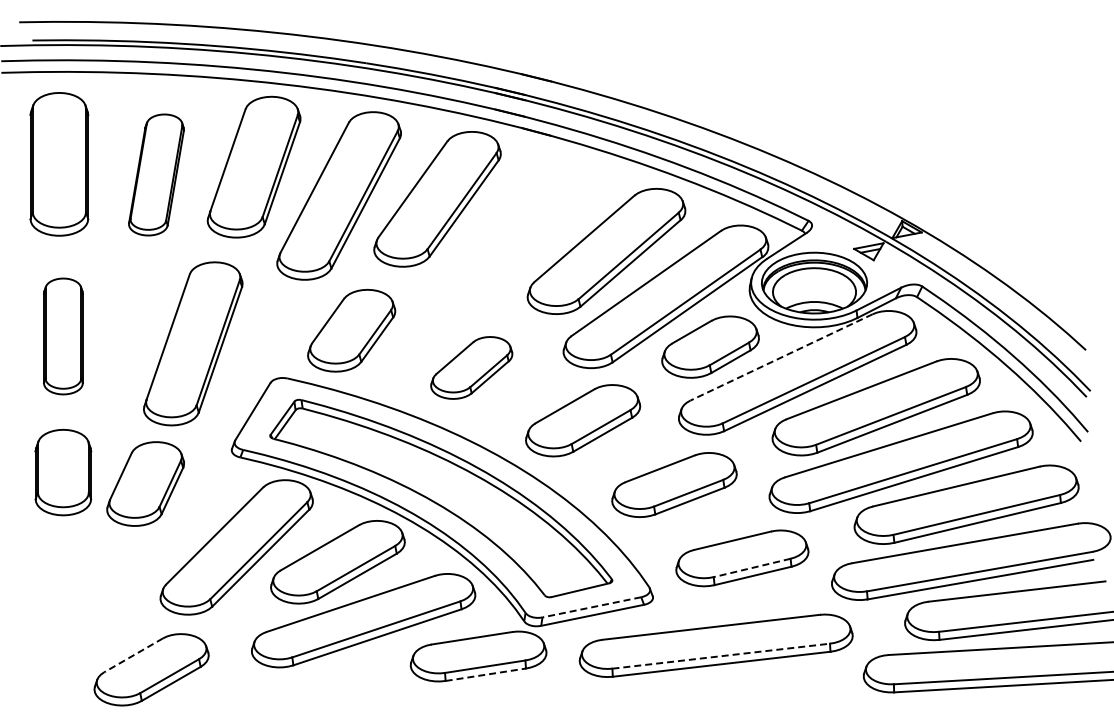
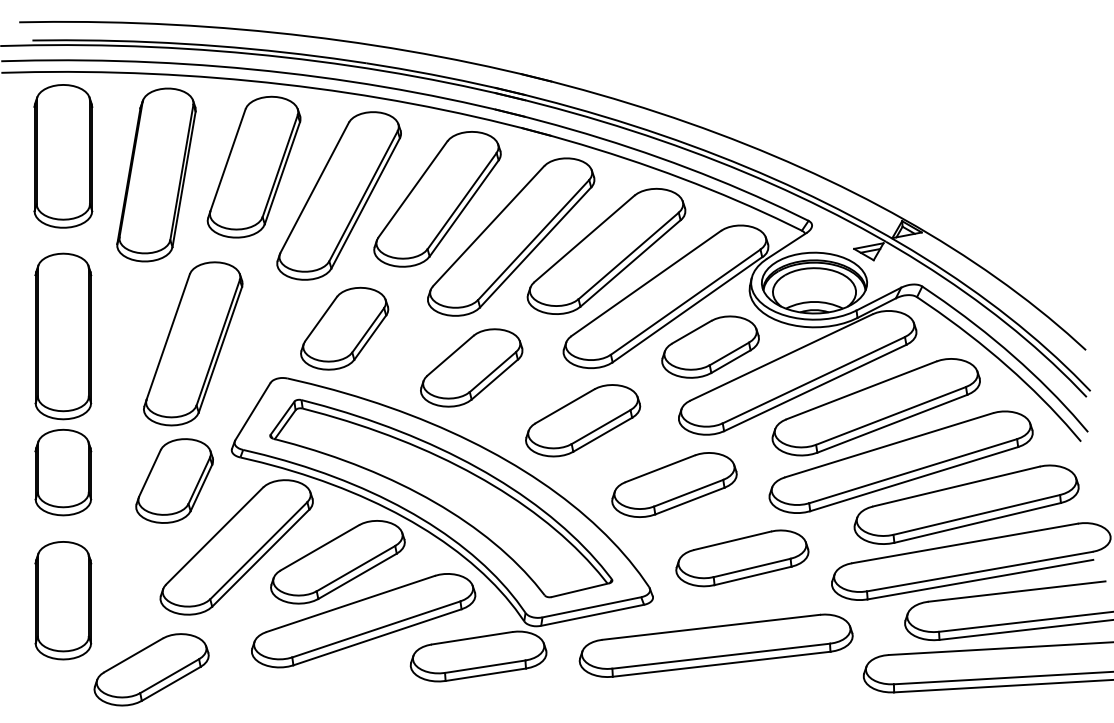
part at (59, 164) position: (59, 164) -> (63, 156)
part at (156, 174) size: 57x124 px -> 81x176 px
part at (511, 236): none -> present
part at (351, 330) position: (351, 330) -> (344, 328)
part at (63, 336) size: 41x119 px -> 59x169 px
line at (781, 357): dashed -> solid
part at (471, 367) size: 84x64 px -> 104x80 px
part at (145, 483) position: (145, 483) -> (174, 480)
line at (752, 567): dashed -> solid
part at (63, 600): none -> present
line at (591, 607): dashed -> solid
line at (133, 655): dashed -> solid
line at (721, 656): dashed -> solid
line at (485, 674): dashed -> solid
